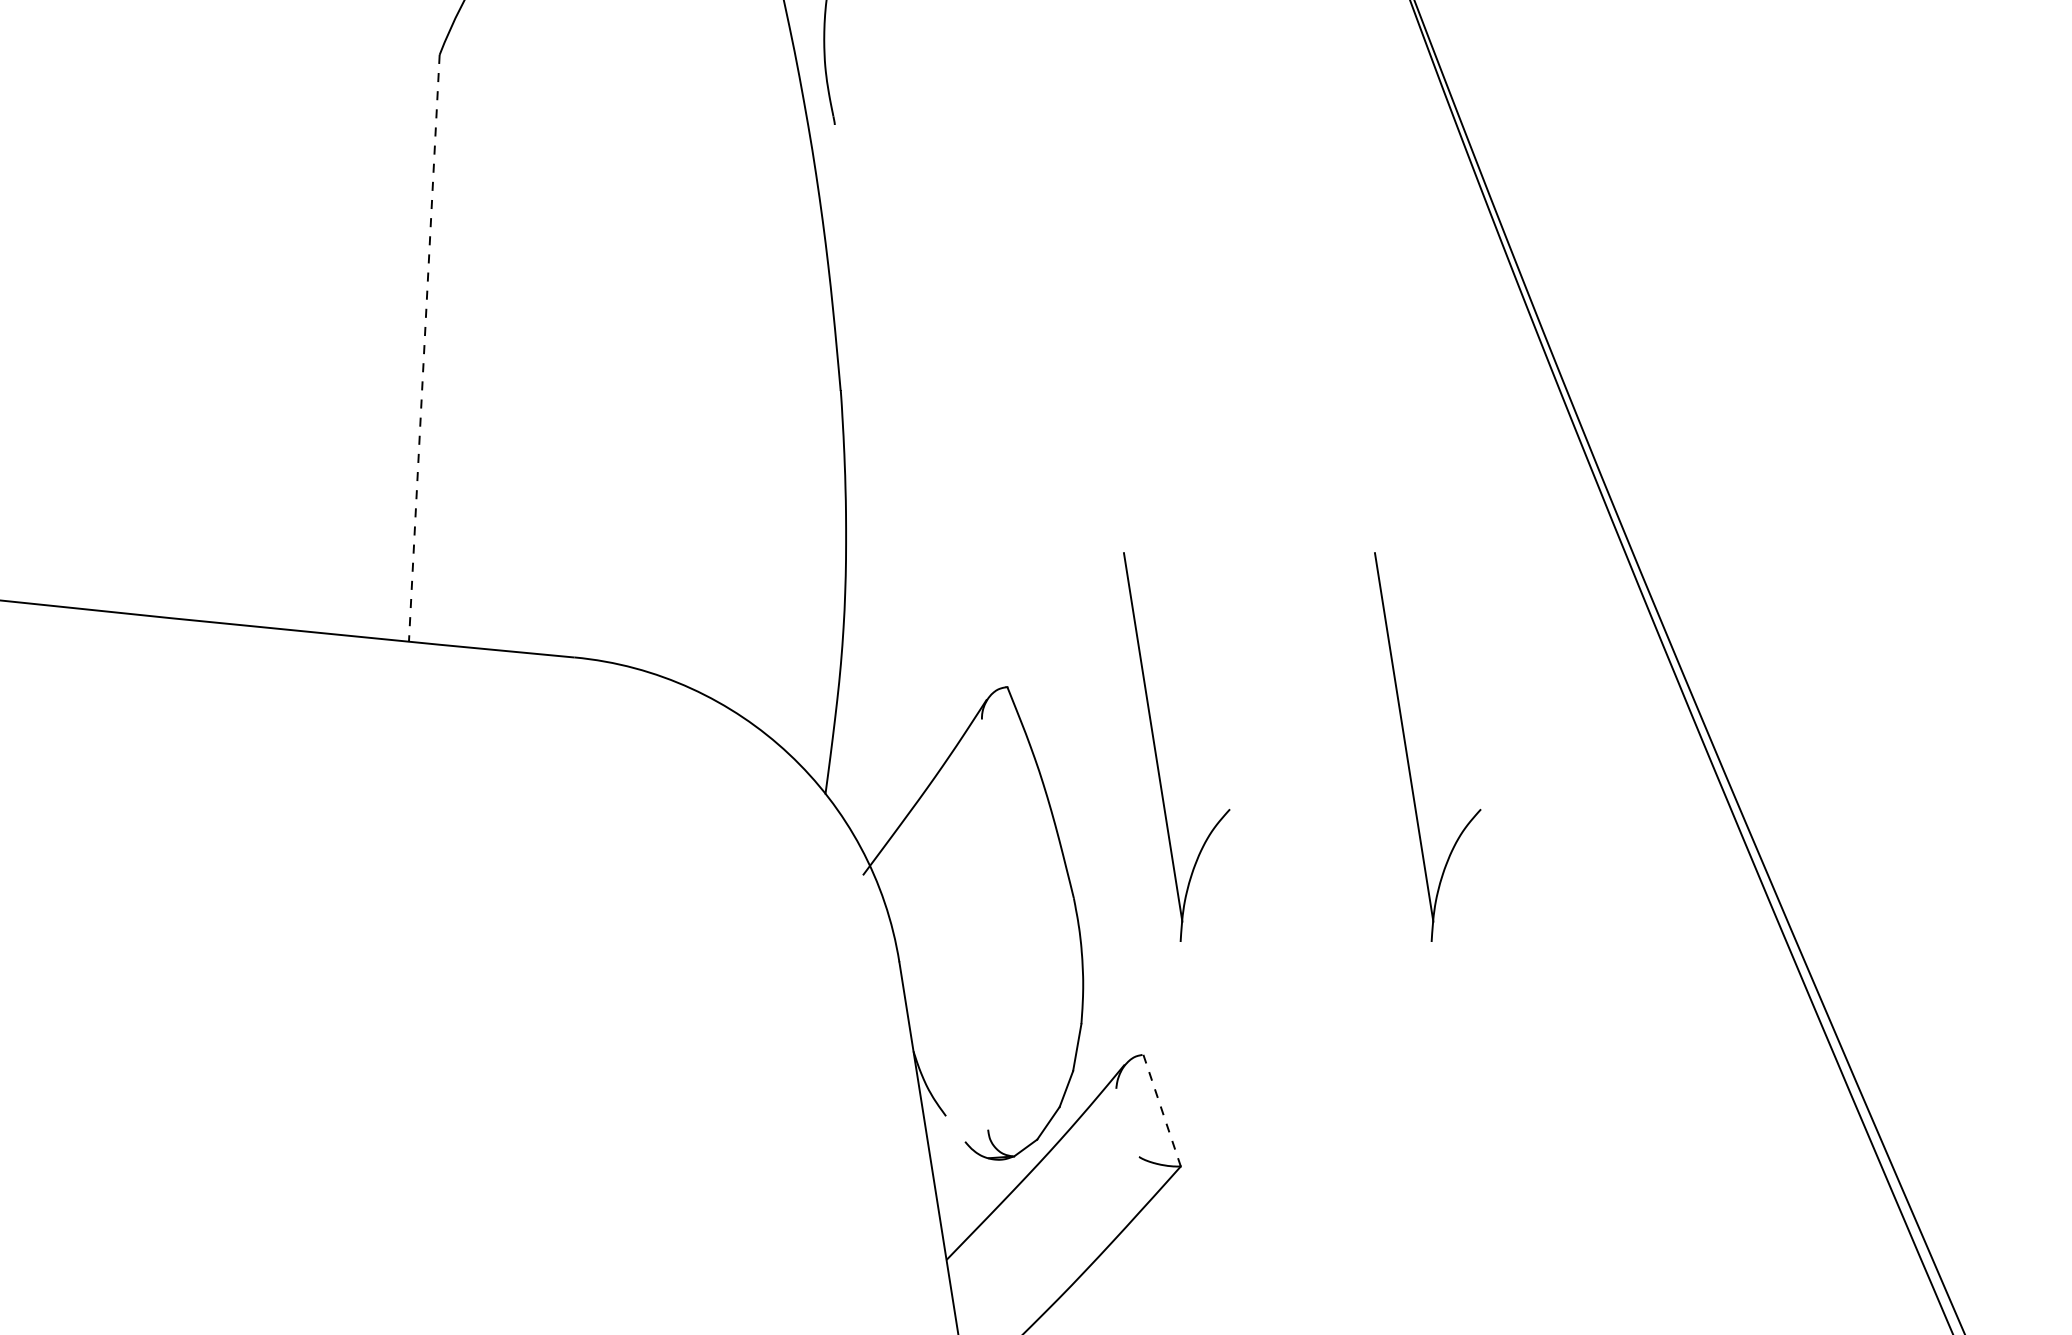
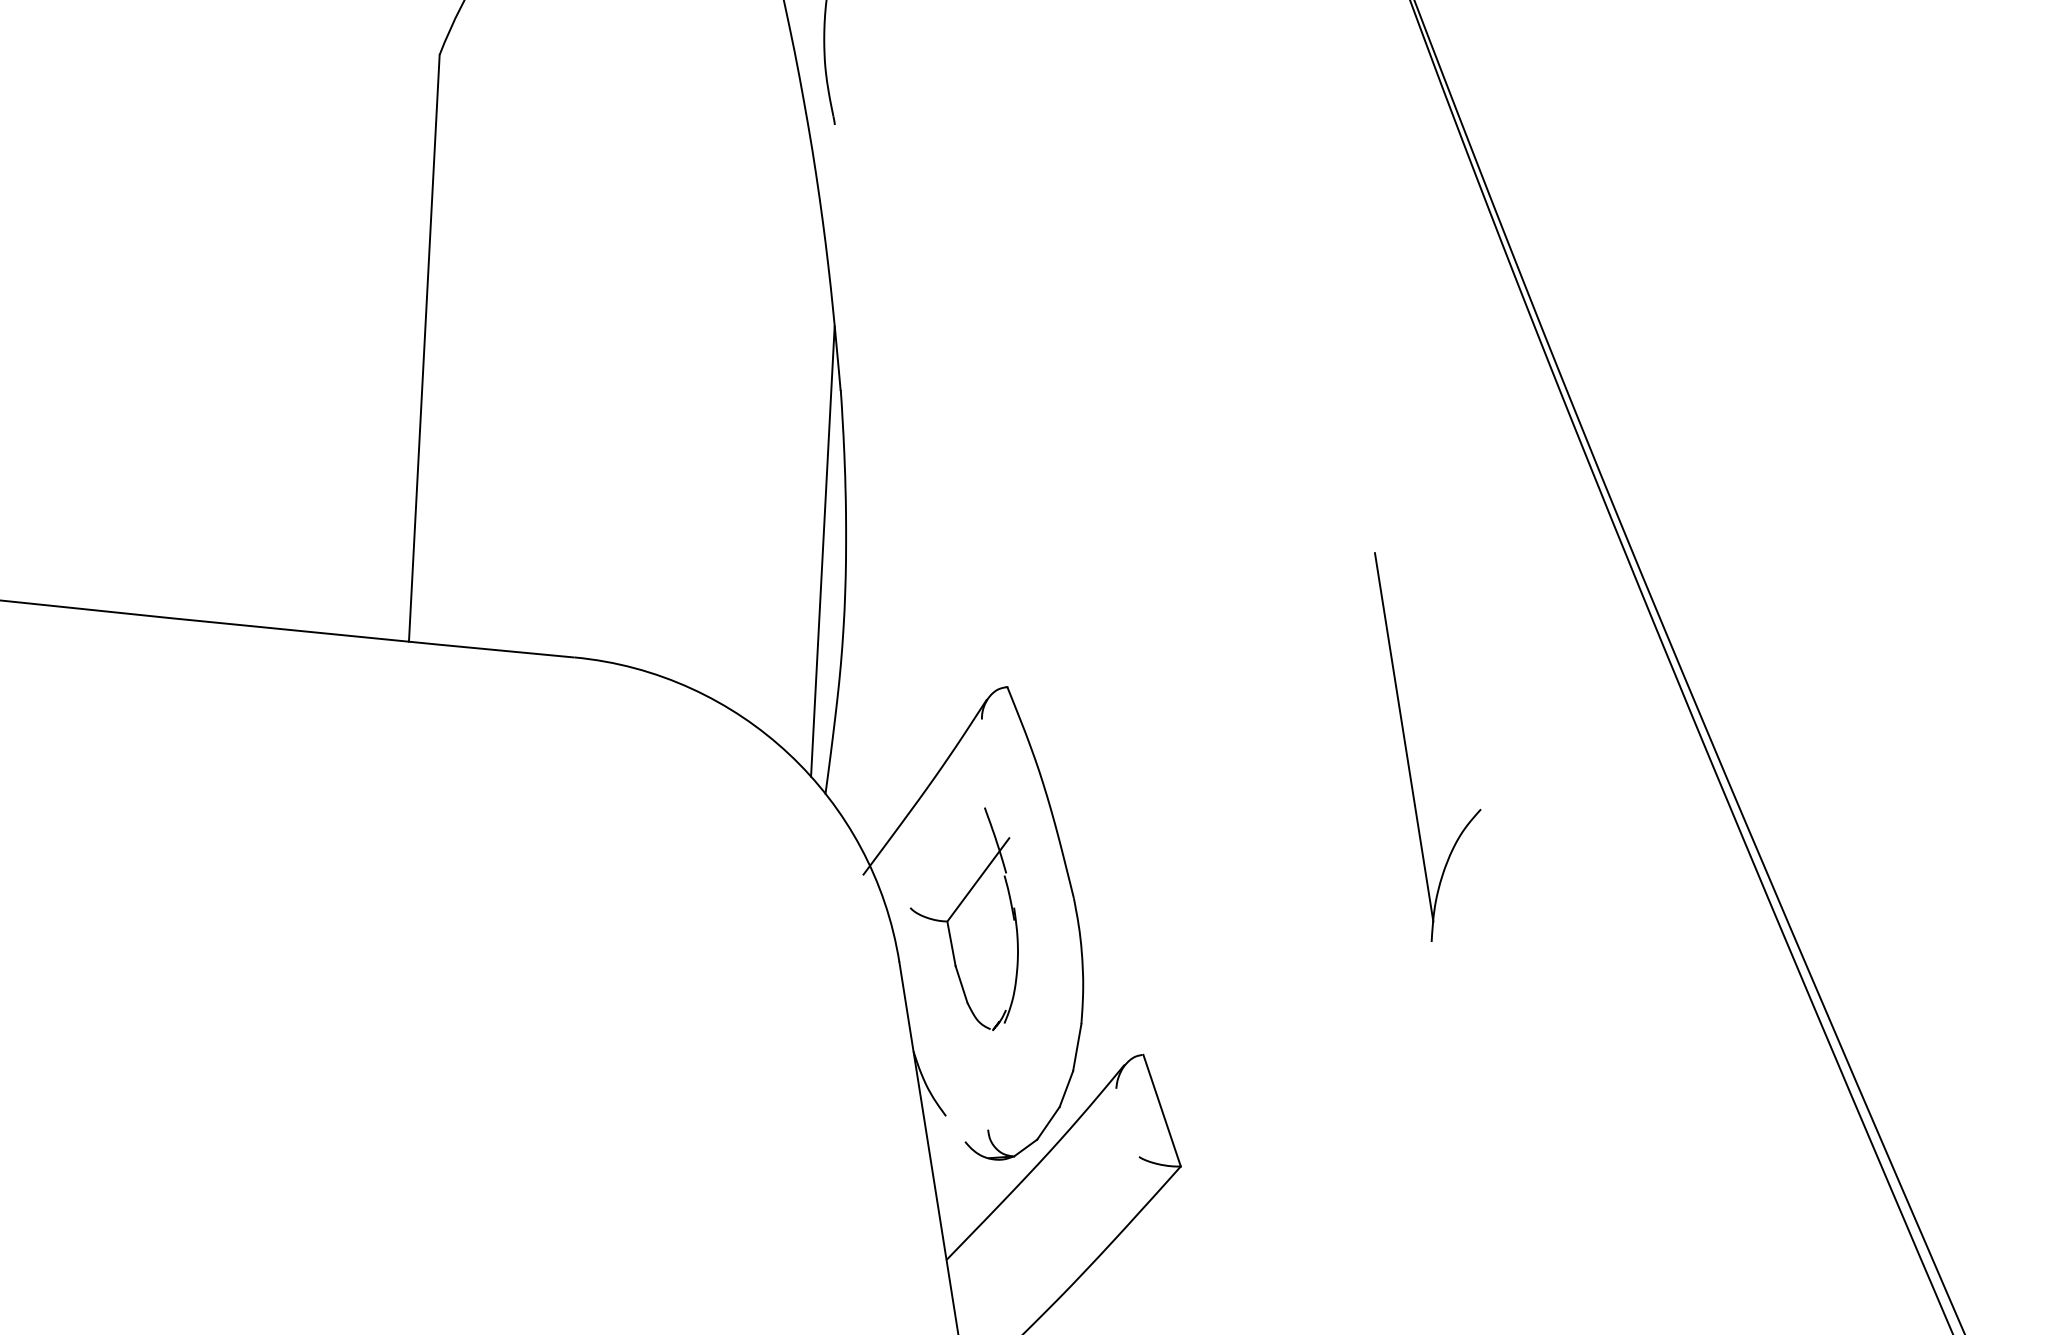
line at (424, 348): dashed -> solid
line at (822, 551): none -> present
part at (1156, 750): present -> none
part at (955, 912): none -> present
line at (1162, 1110): dashed -> solid
